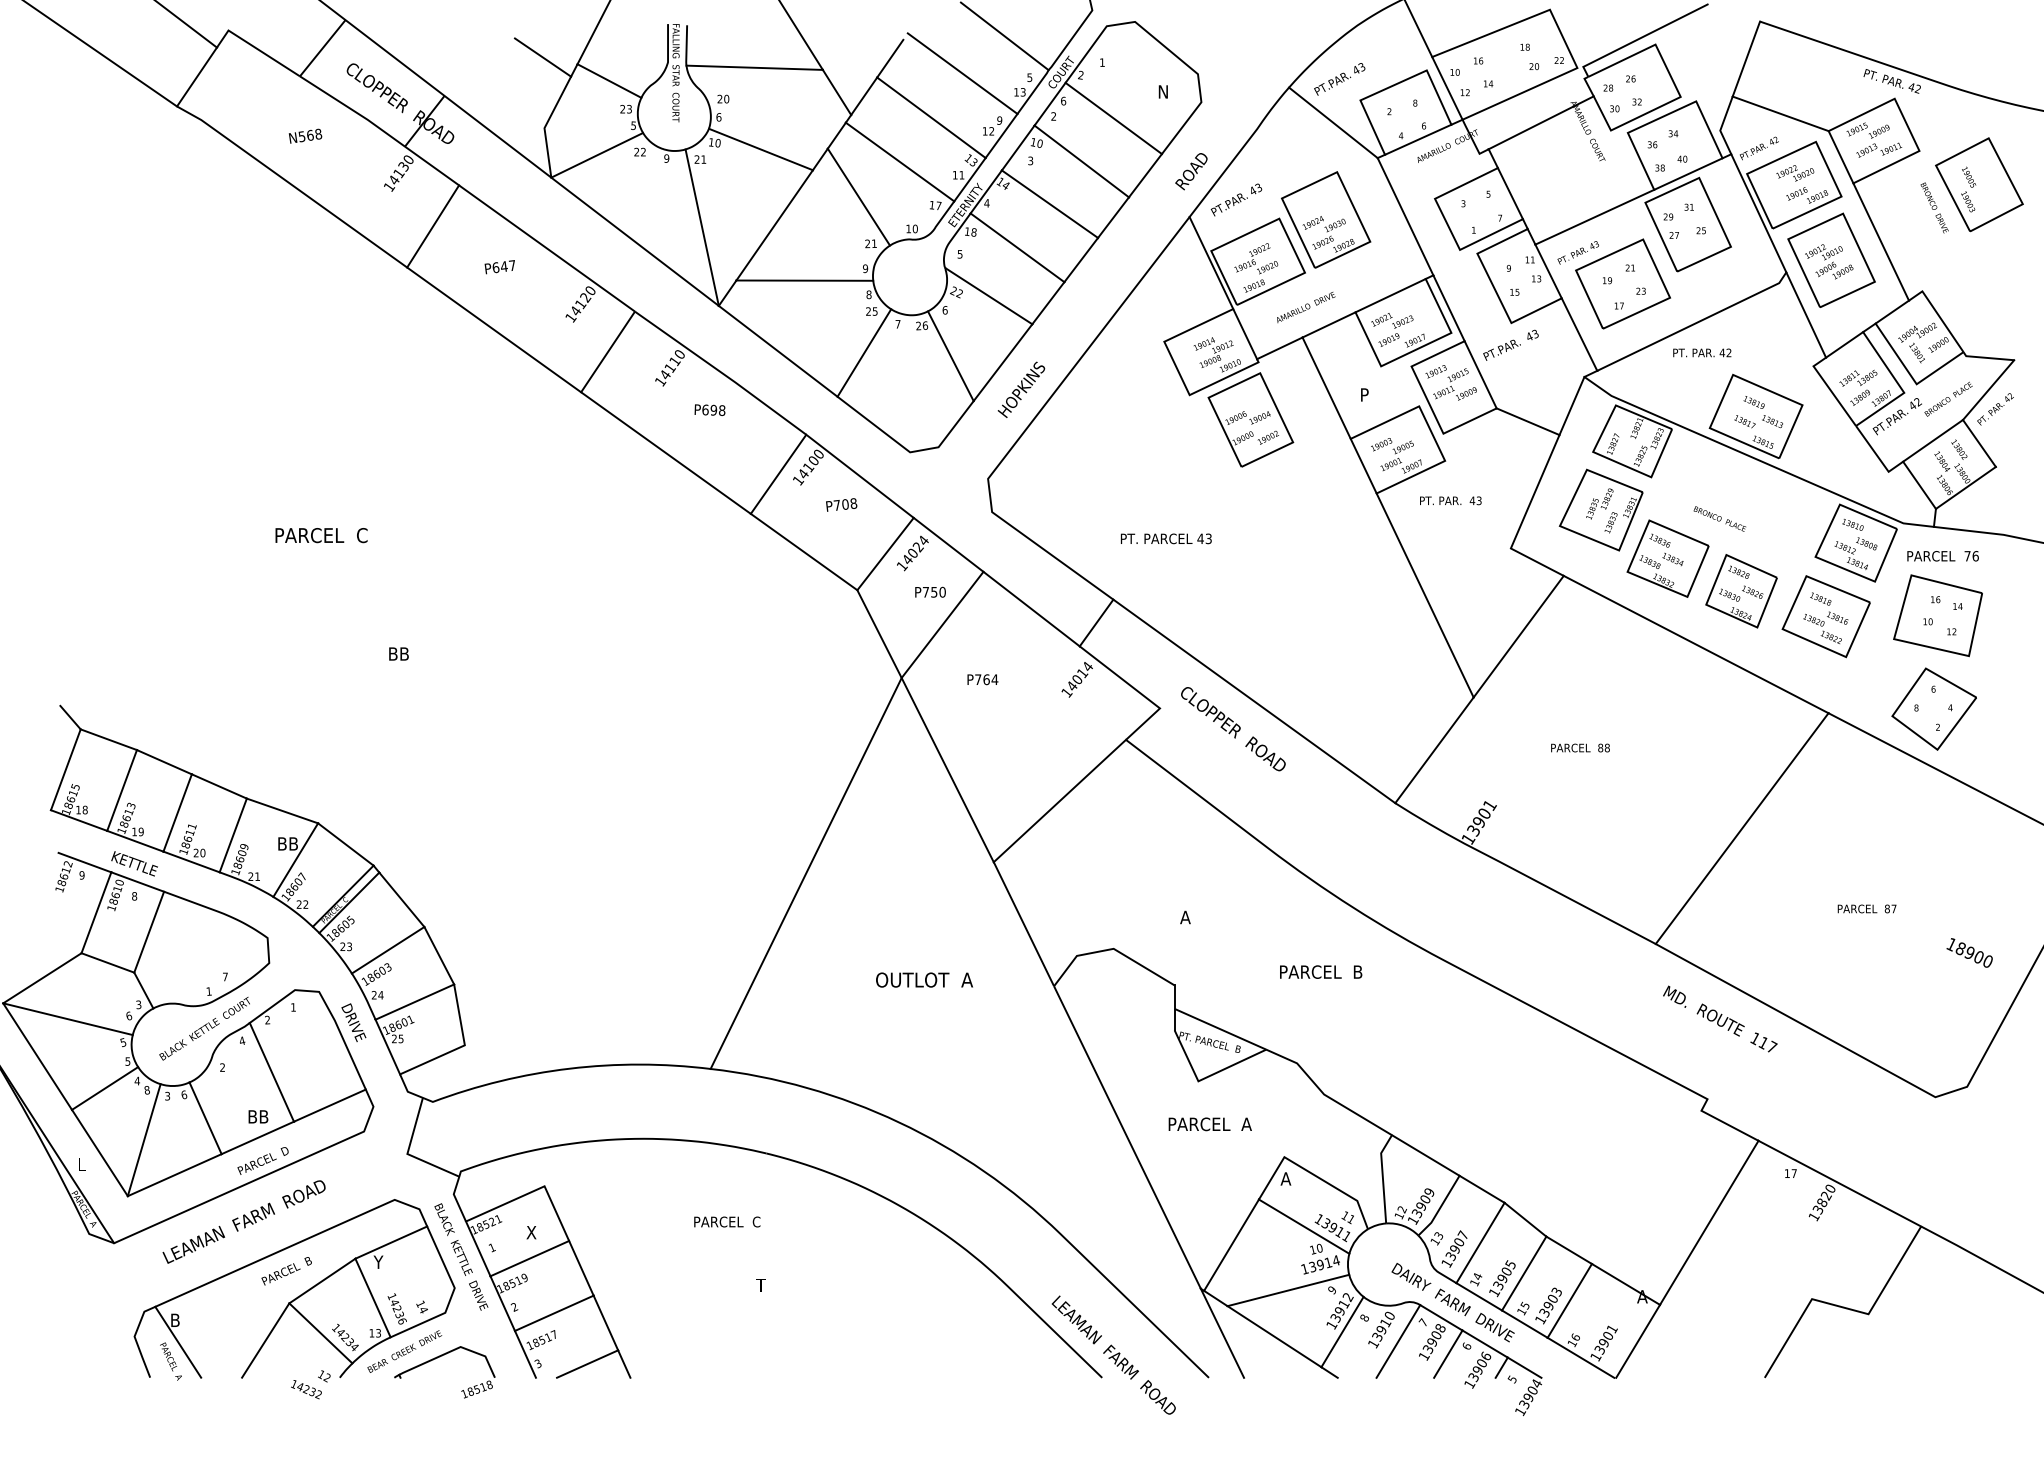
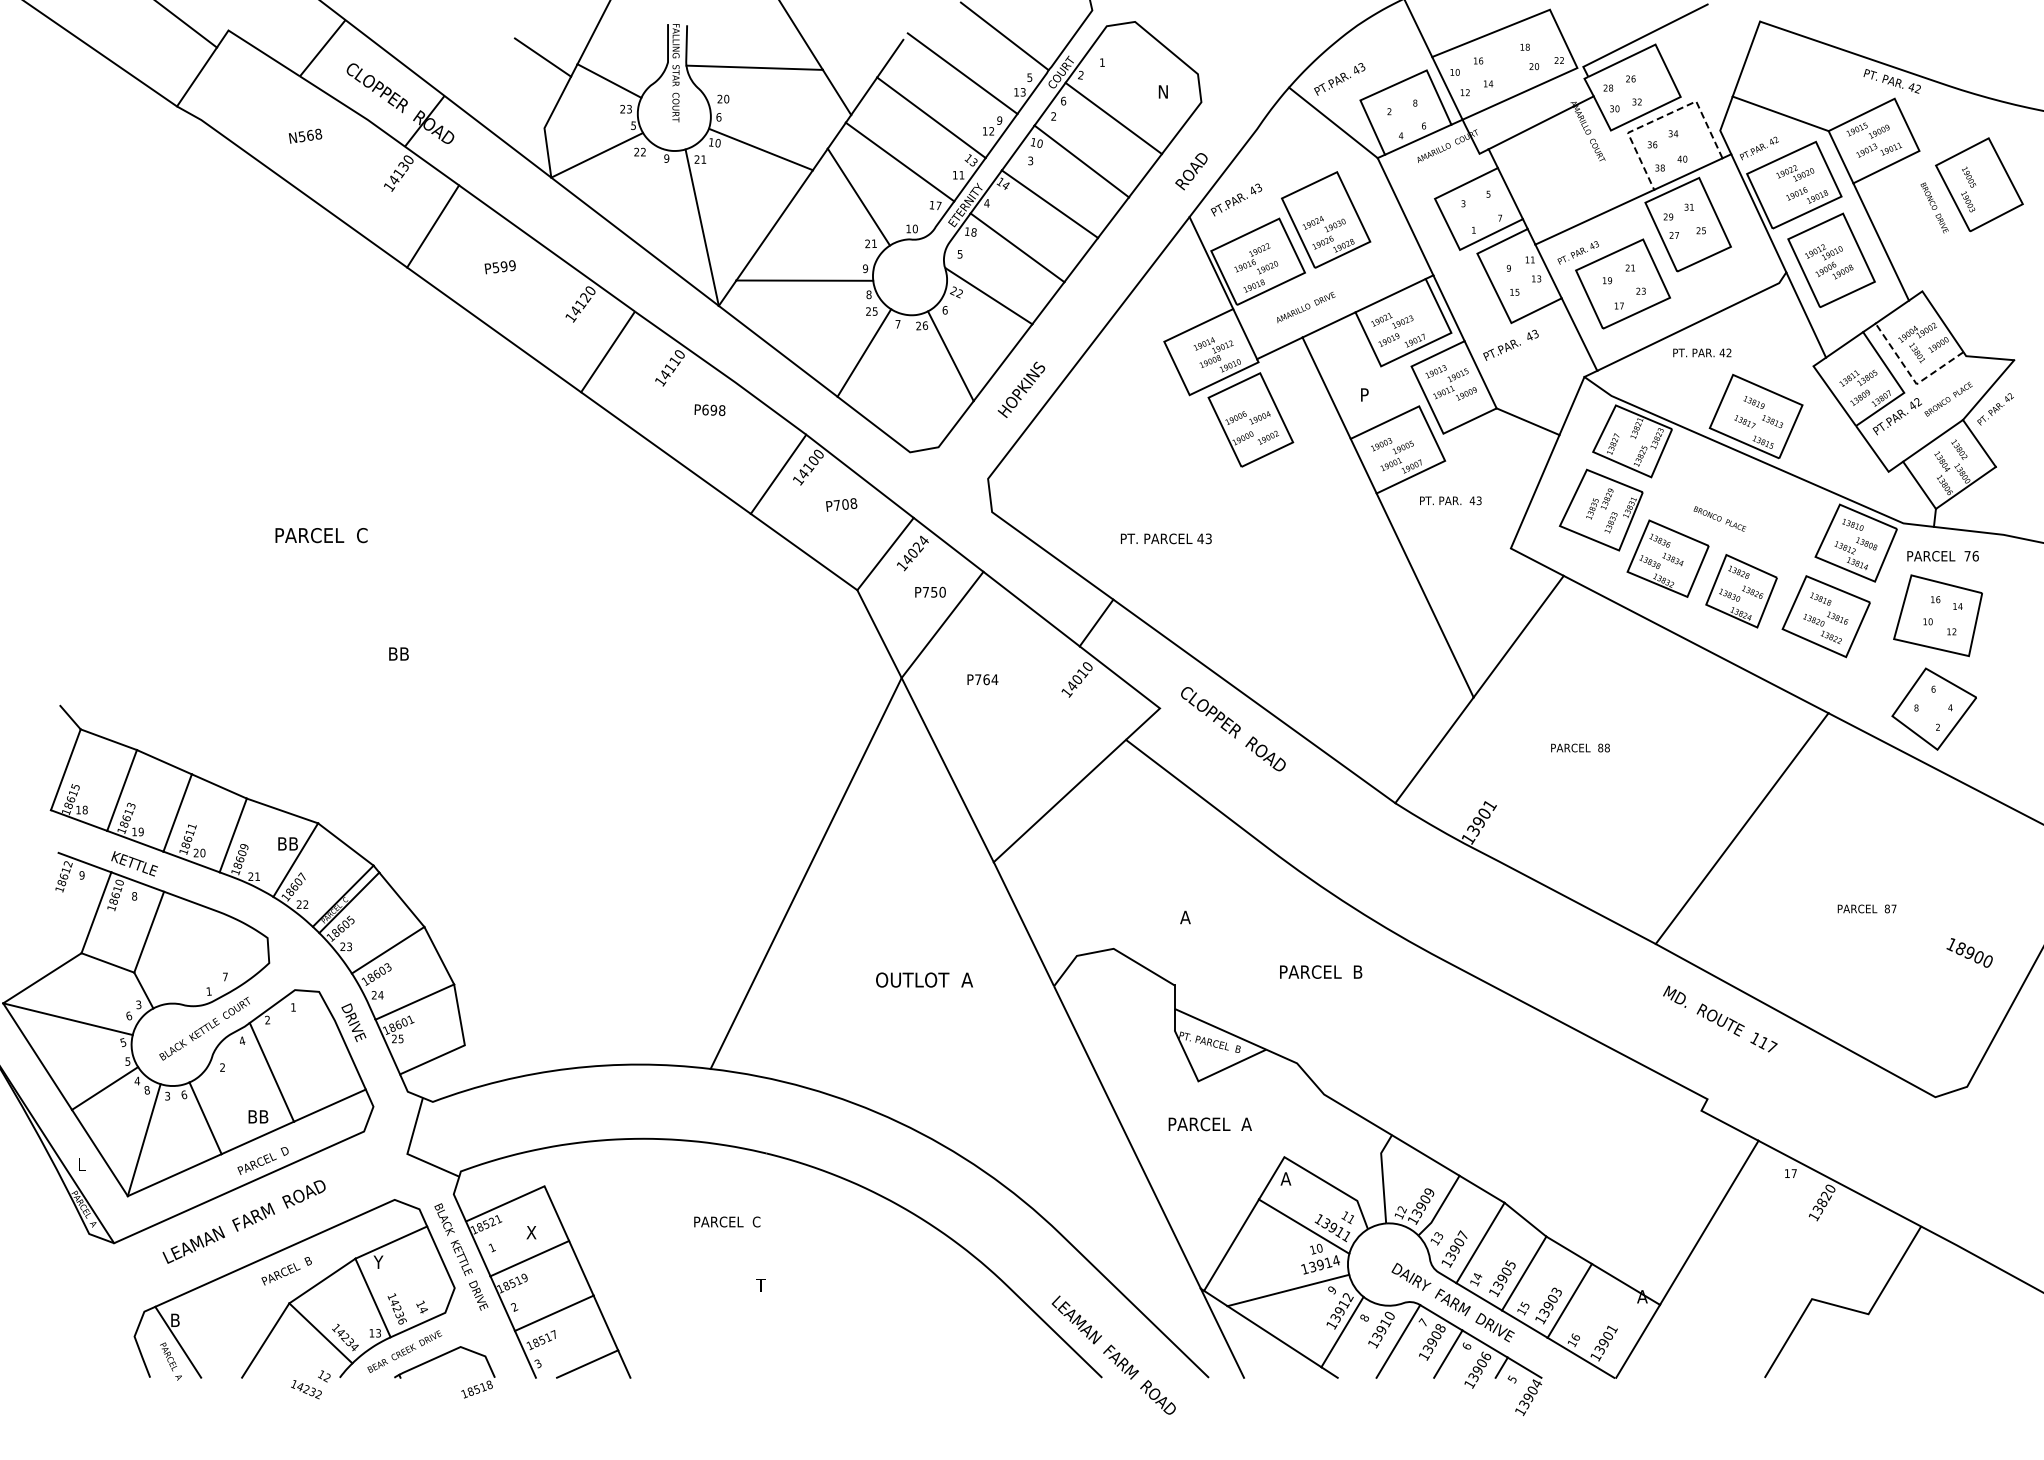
line at (1662, 117): solid -> dashed
text at (503, 266): P647 -> P599
line at (1912, 377): solid -> dashed
text at (1087, 666): 14014 -> 14010
